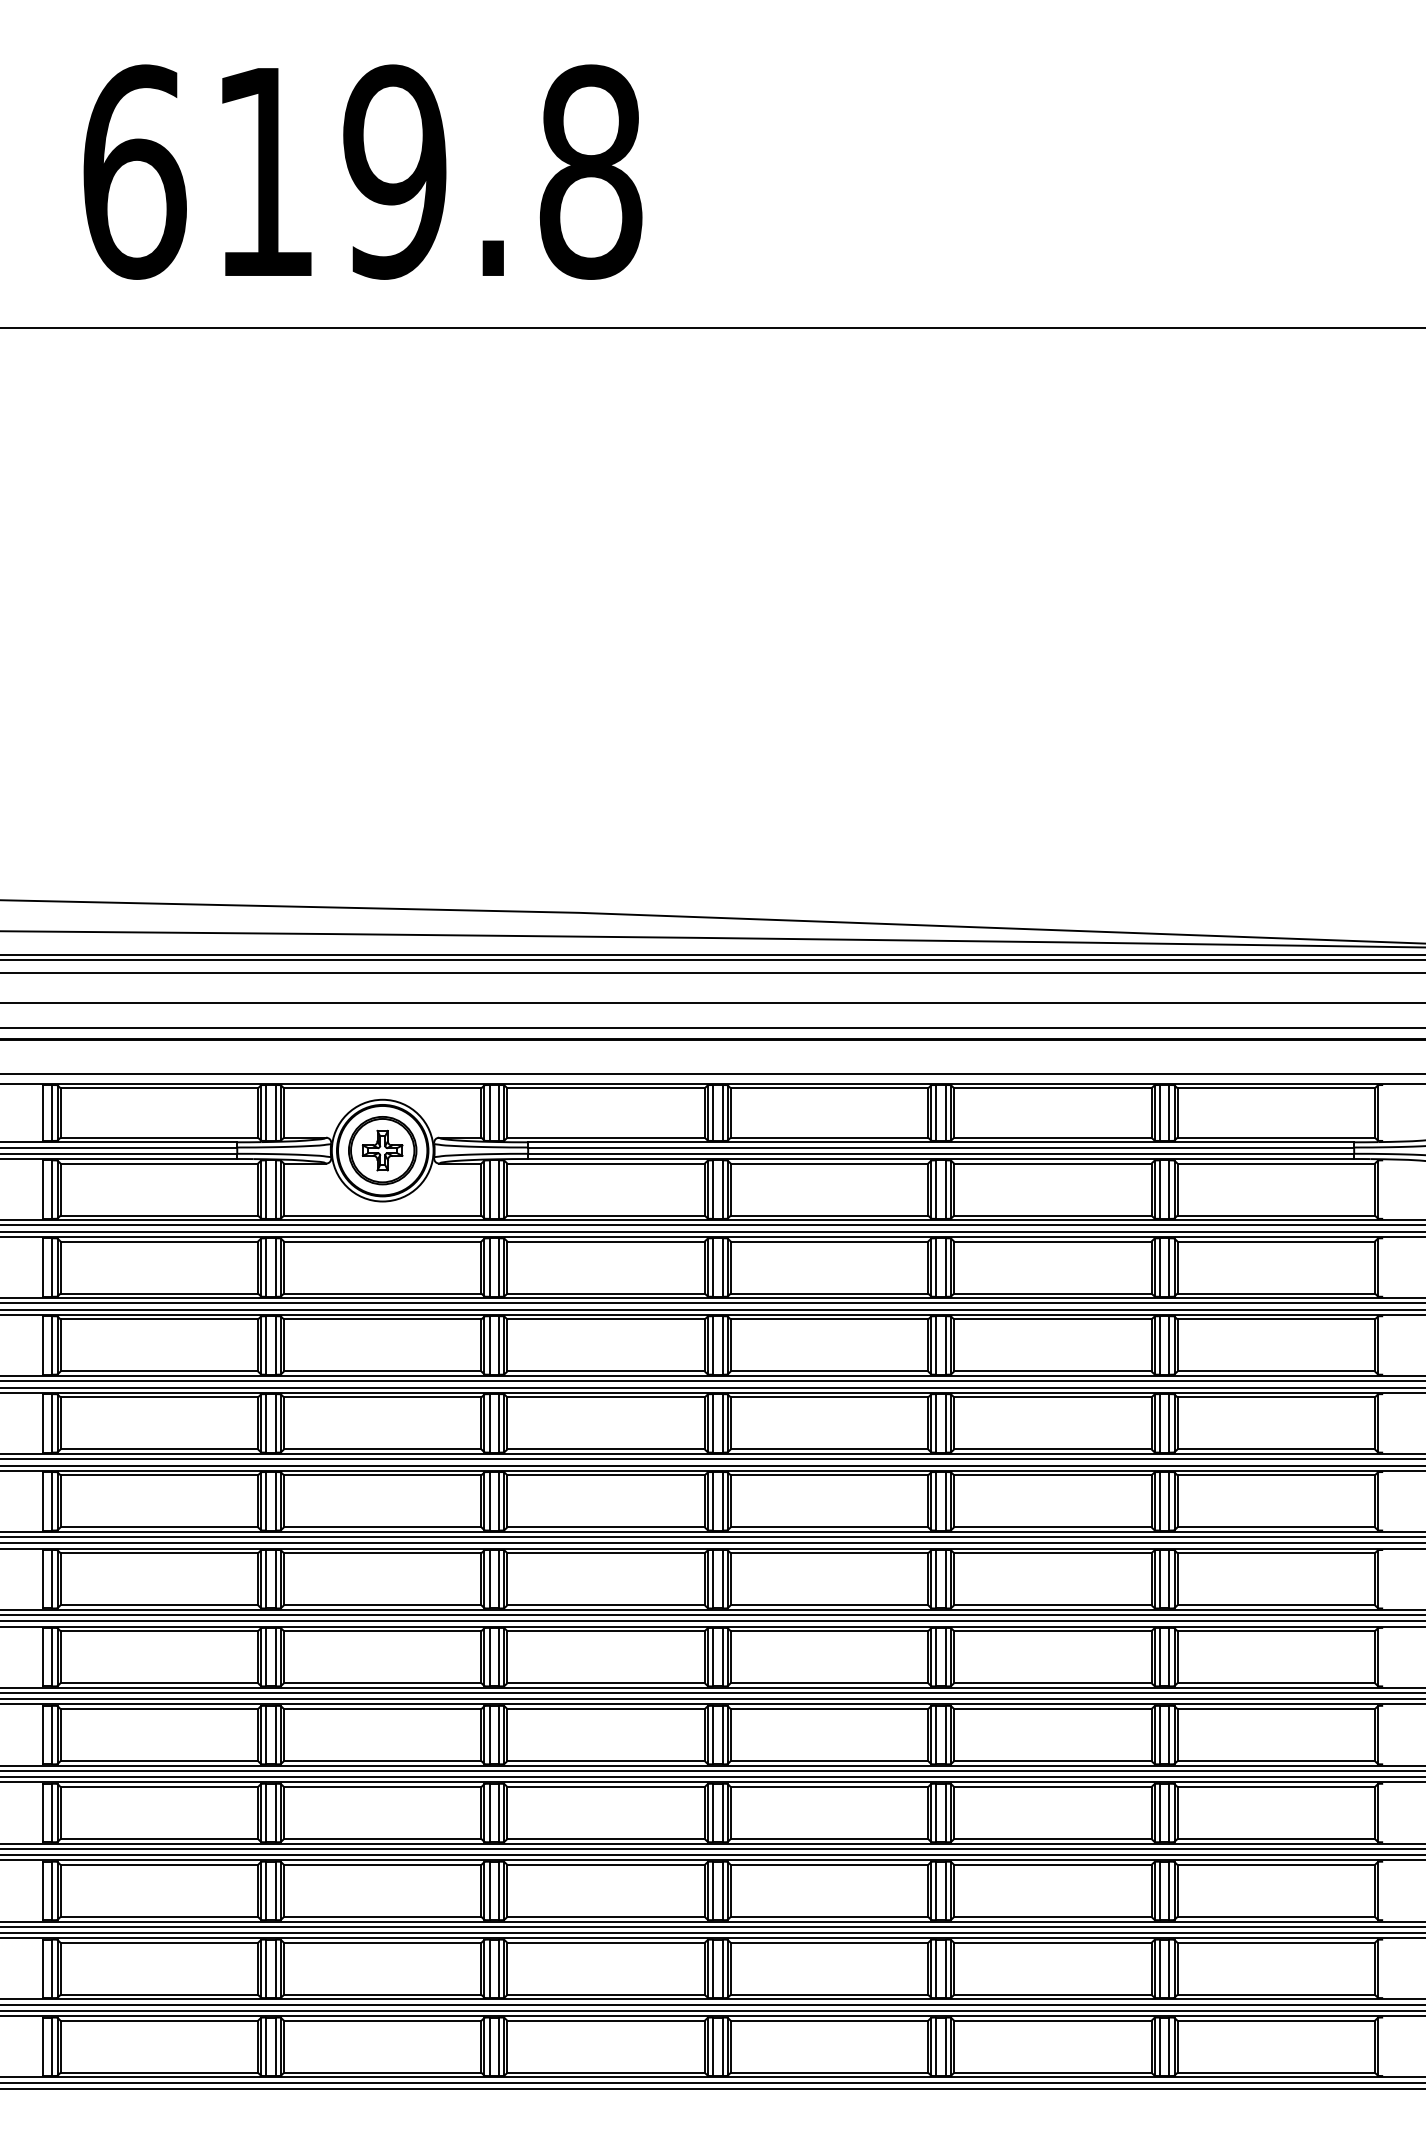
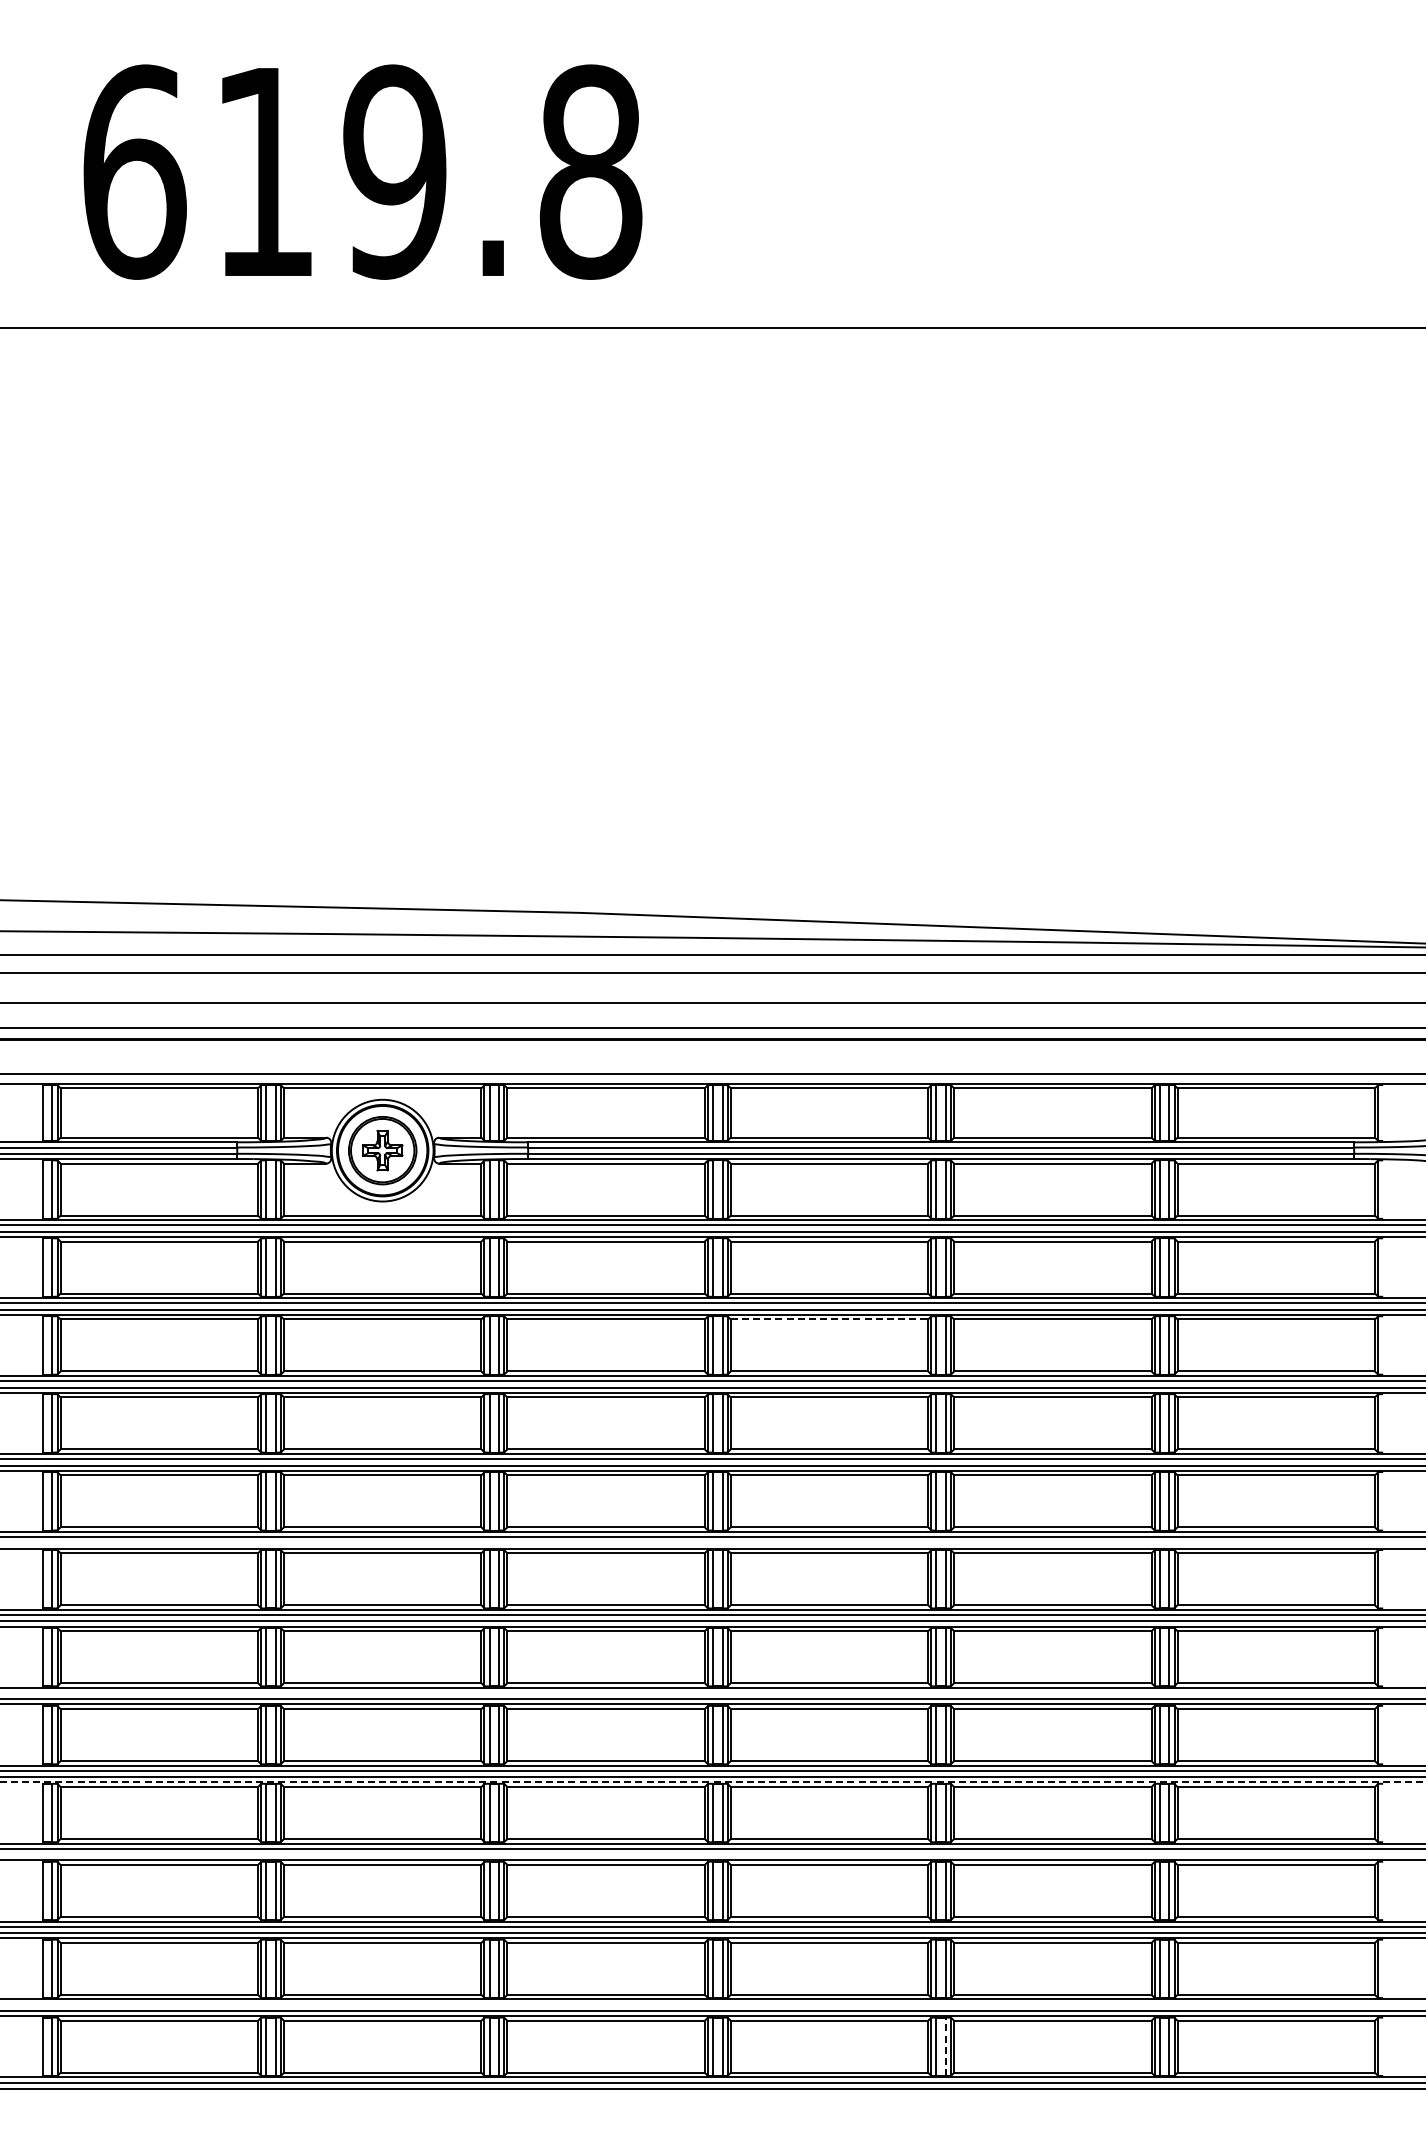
line at (712, 960): present -> none
line at (829, 1319): solid -> dashed
line at (712, 1543): present -> none
line at (712, 1692): present -> none
line at (713, 1782): solid -> dashed
line at (712, 1855): present -> none
line at (712, 2004): present -> none
line at (945, 2046): solid -> dashed
